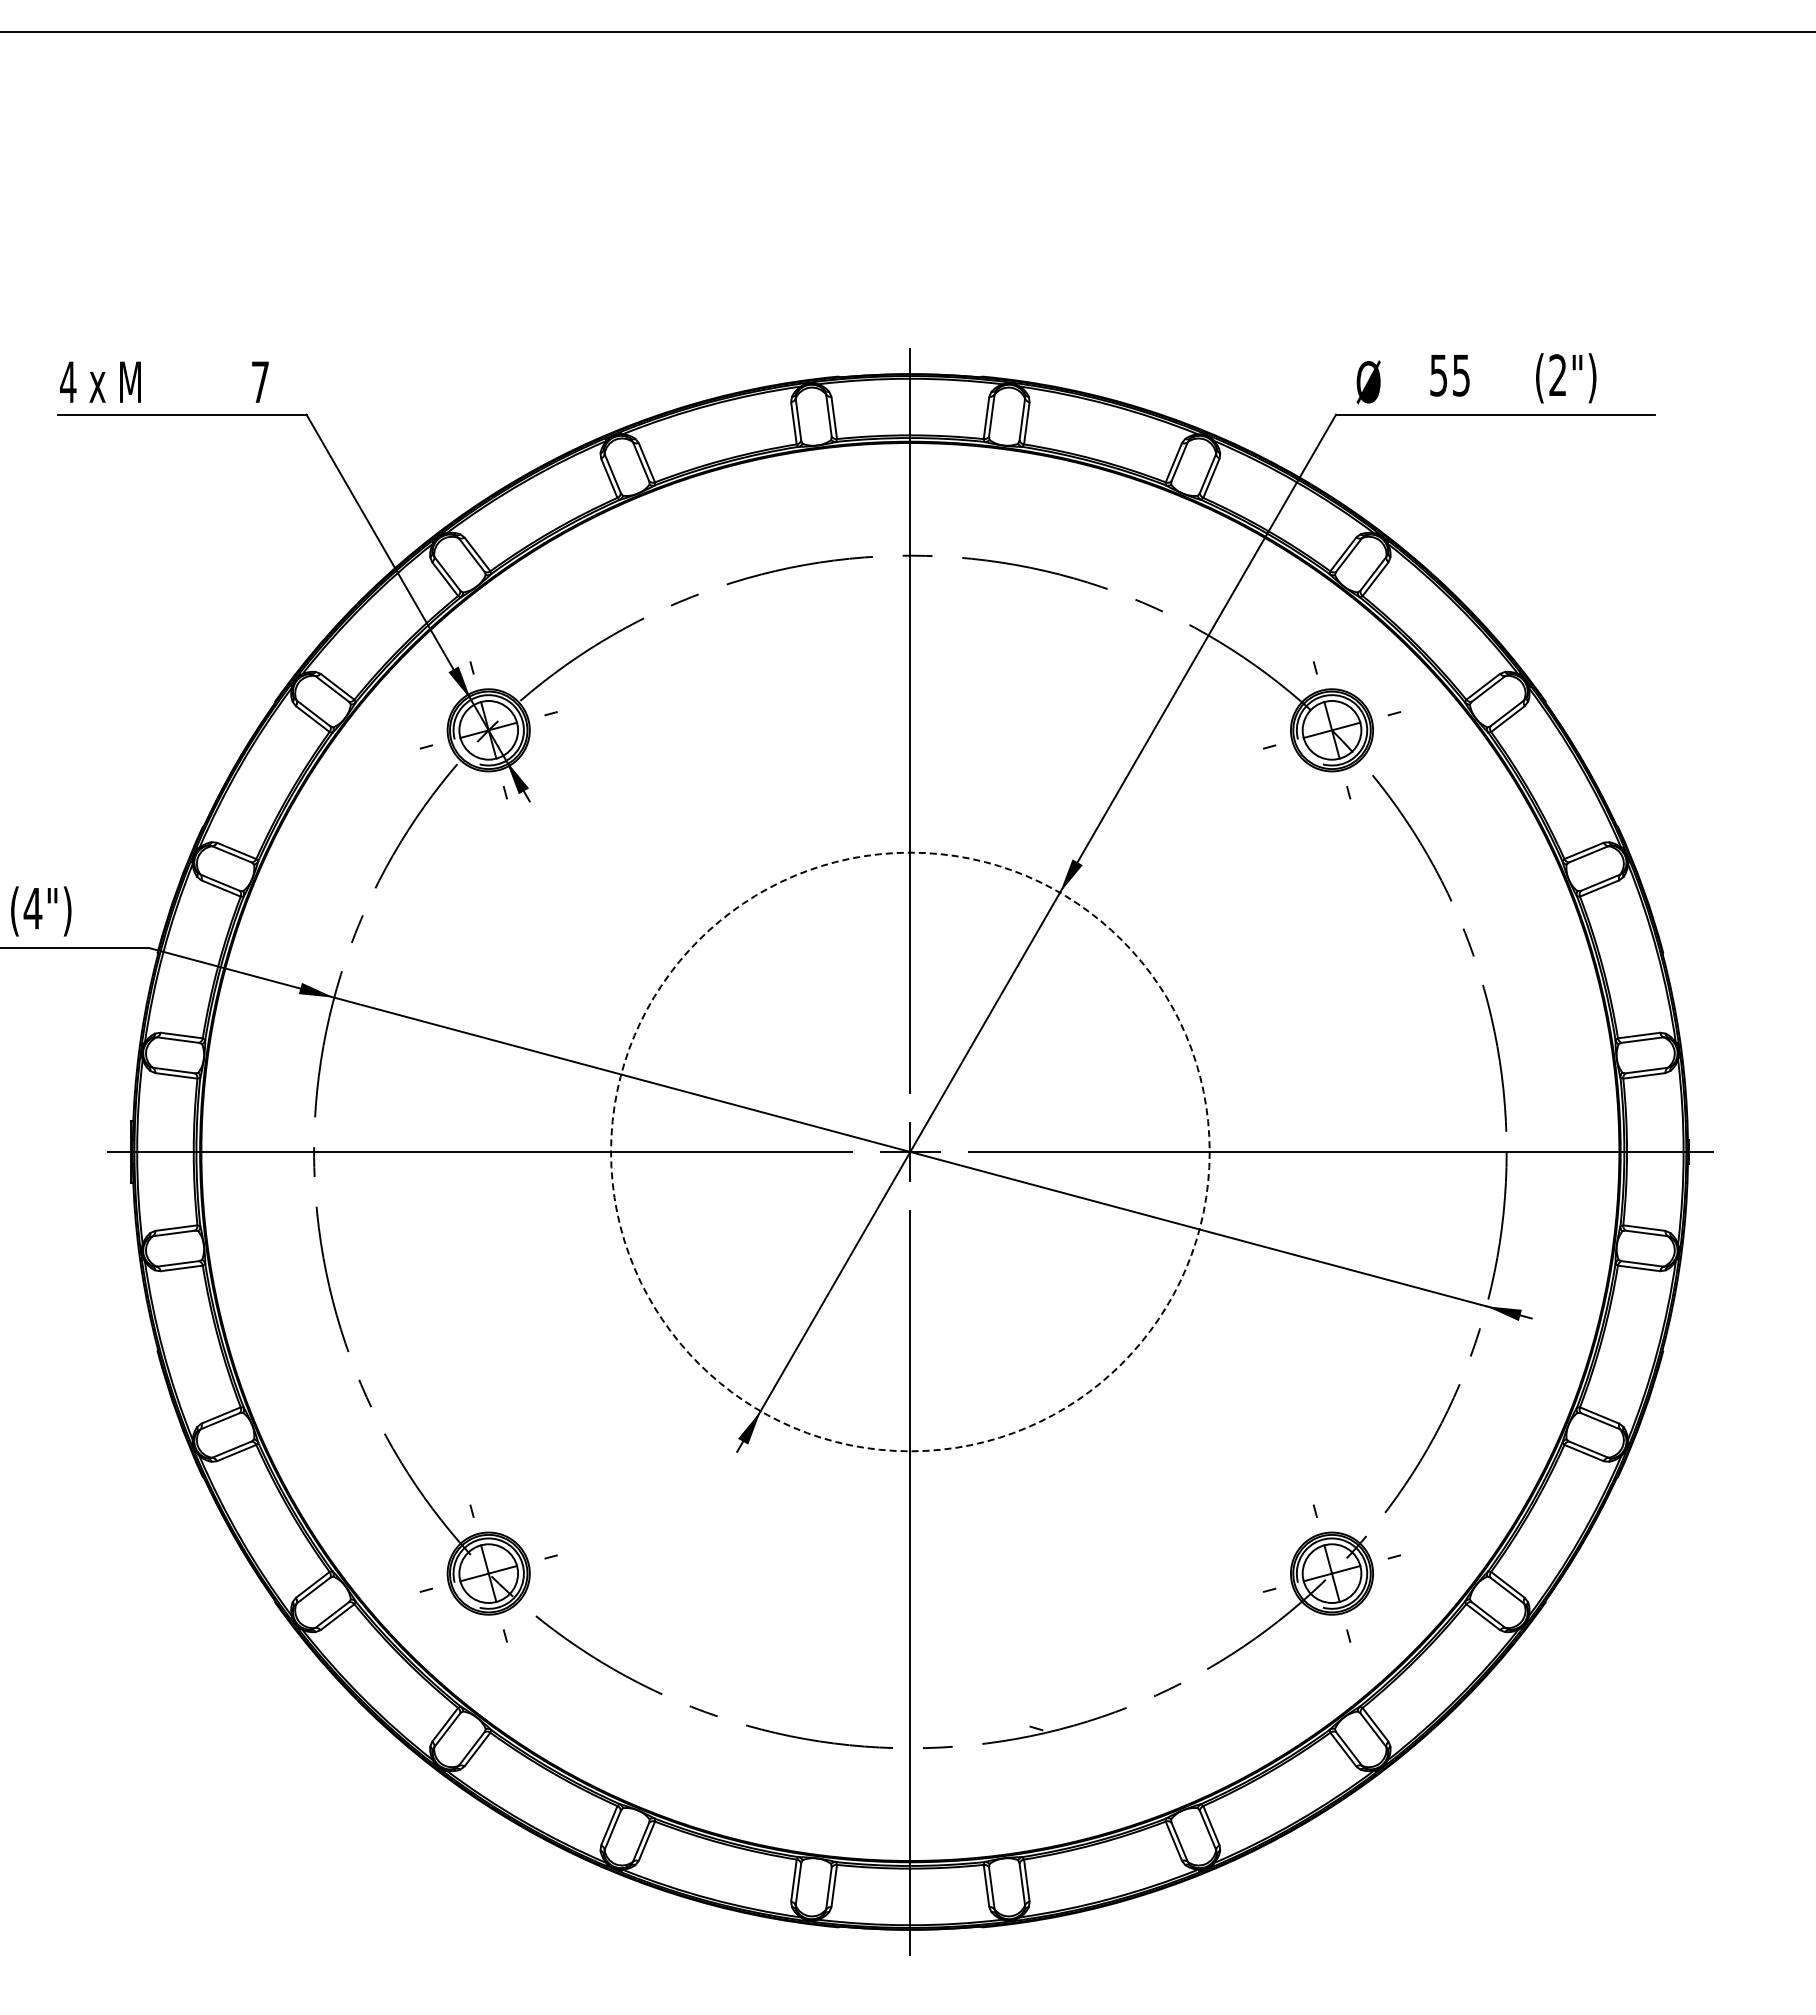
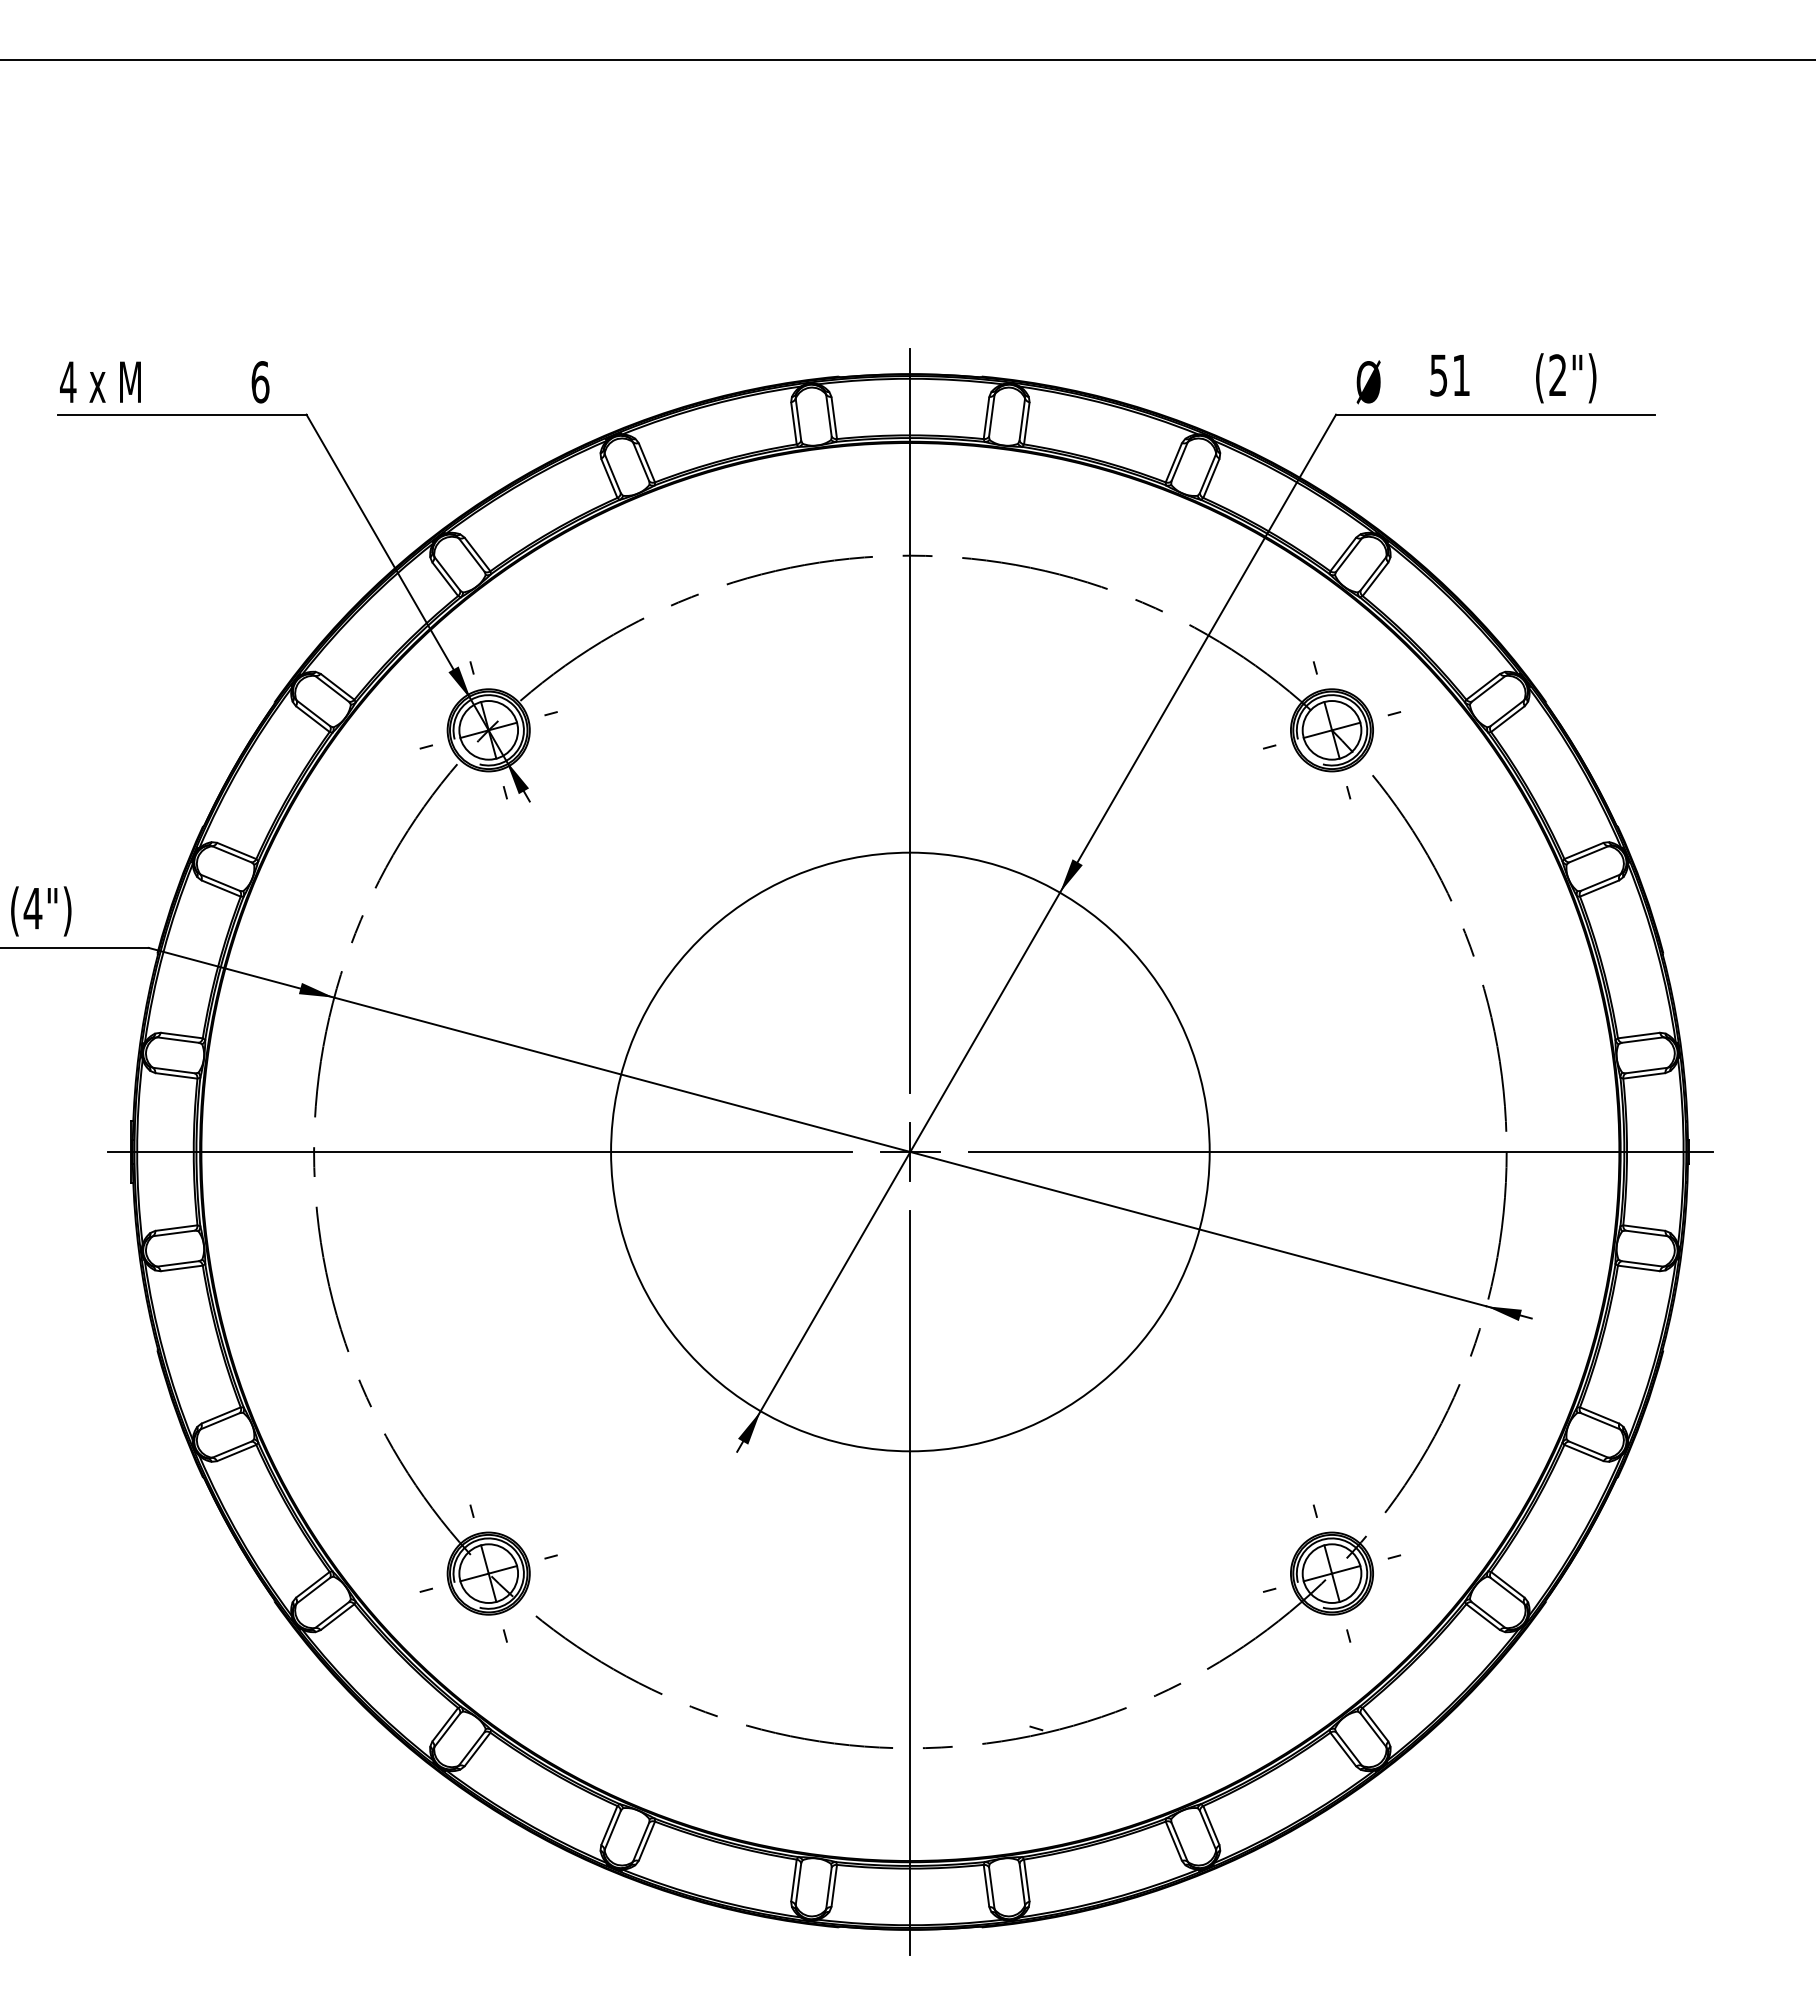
line at (907, 32) position: (907, 32) -> (907, 60)
text at (1461, 375): 55 -> 51
text at (260, 382): 7 -> 6
circle at (910, 1151): dashed -> solid
